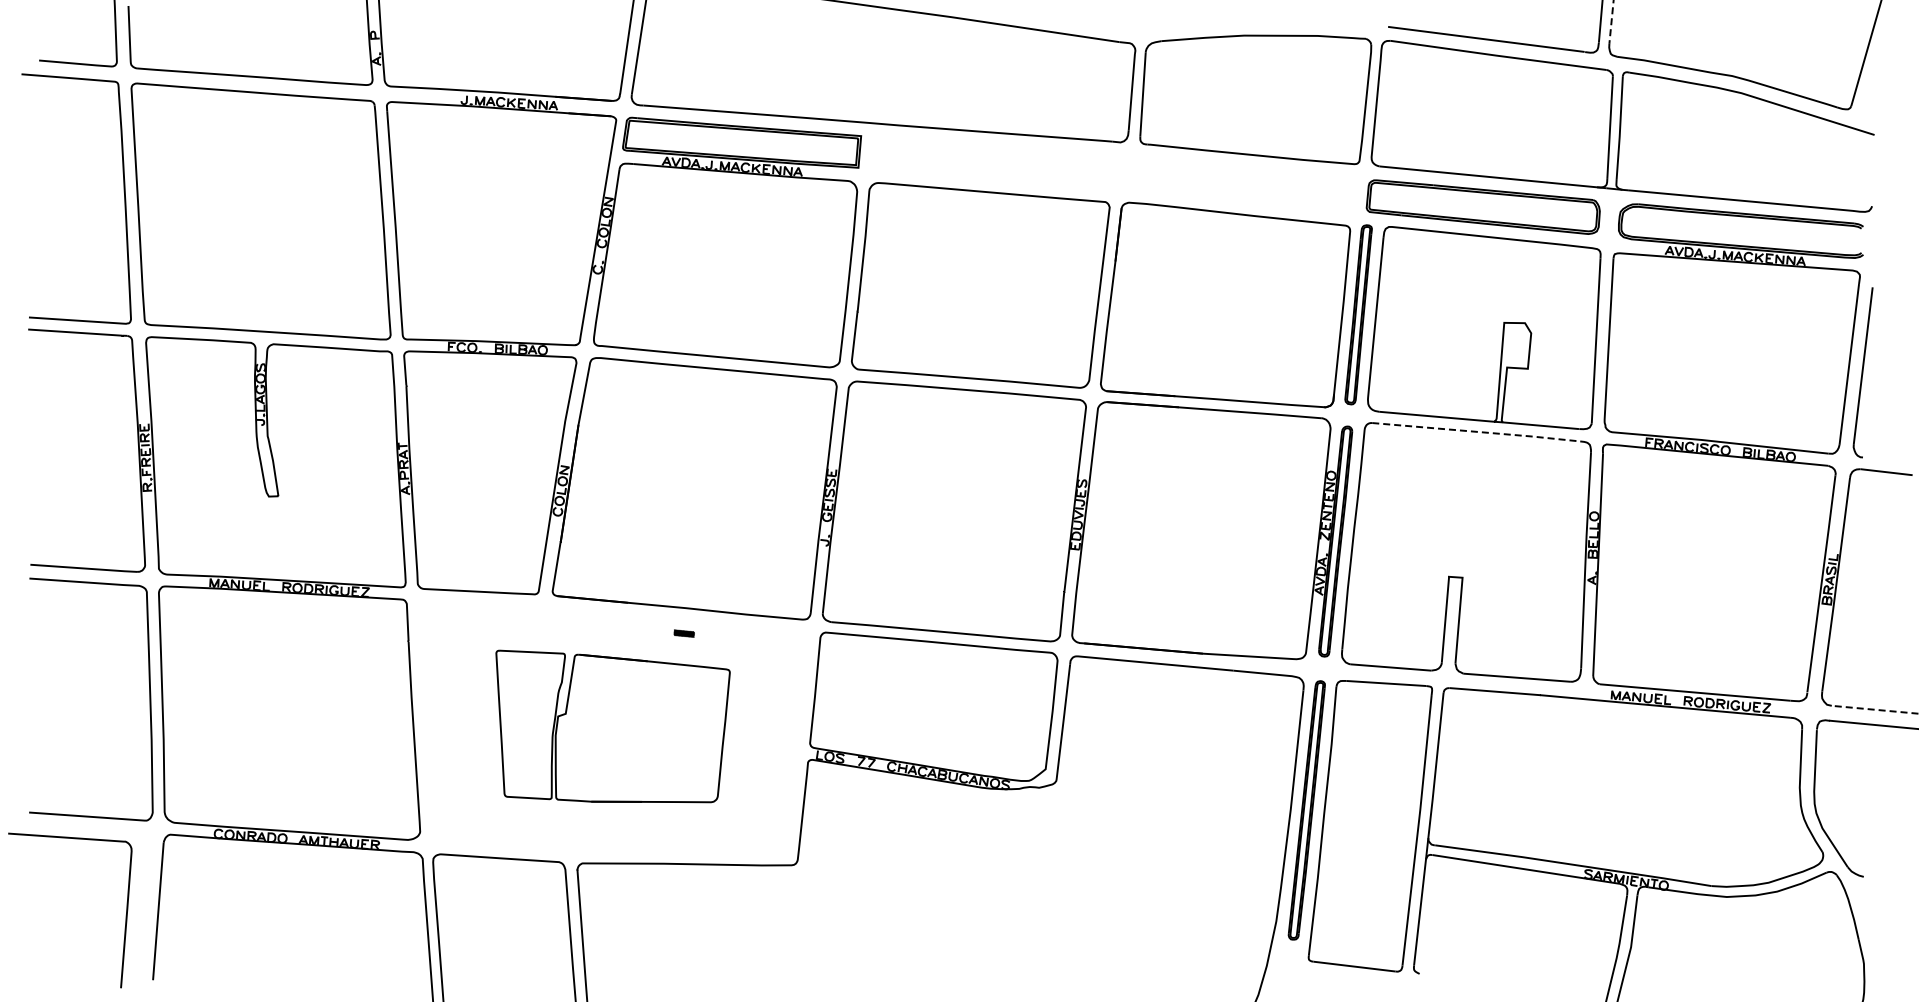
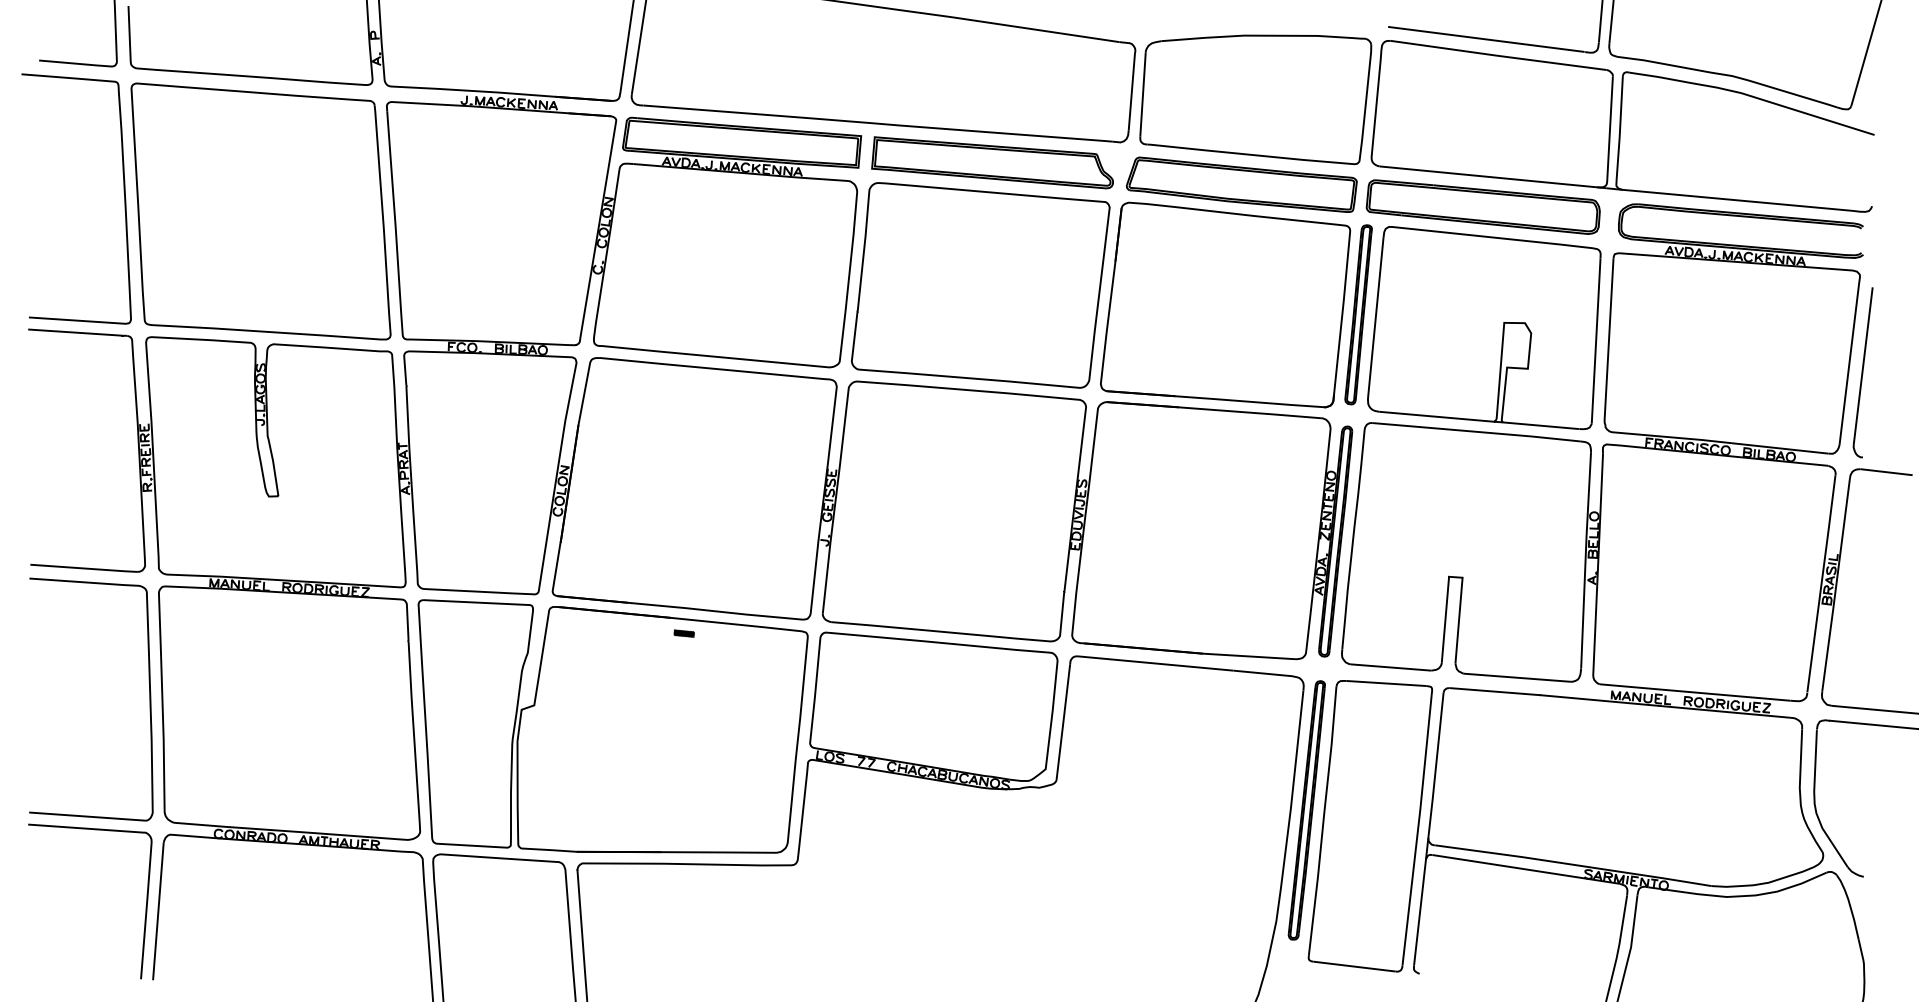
line at (1611, 22): dashed -> solid
part at (992, 162): none -> present
part at (1241, 184): none -> present
line at (1477, 431): dashed -> solid
line at (1874, 709): dashed -> solid
part at (612, 726) size: 236x155 px -> 392x255 px
curve at (125, 915) position: (125, 915) -> (145, 906)
